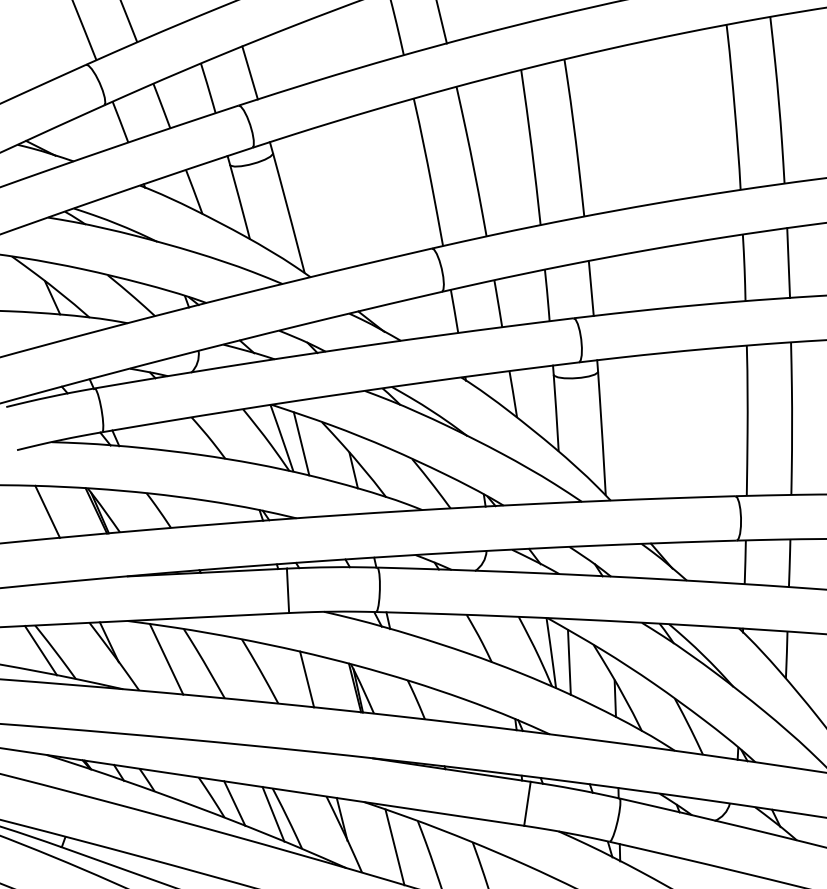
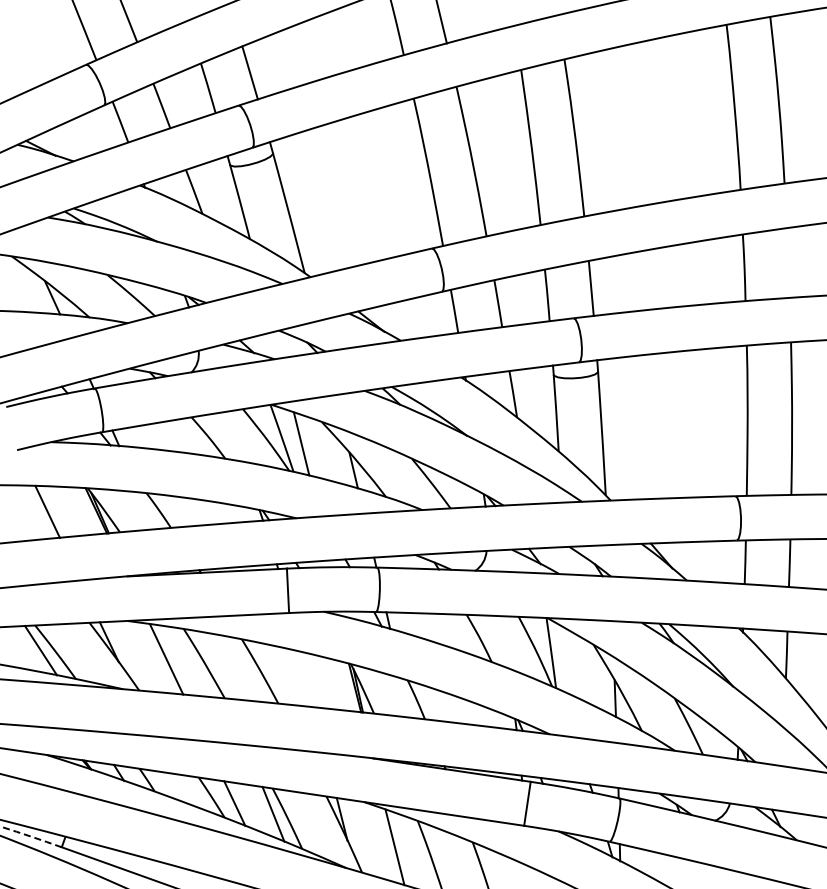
line at (788, 263): present -> none
line at (569, 662): present -> none
line at (307, 679): present -> none
arc at (30, 836): solid -> dashed
